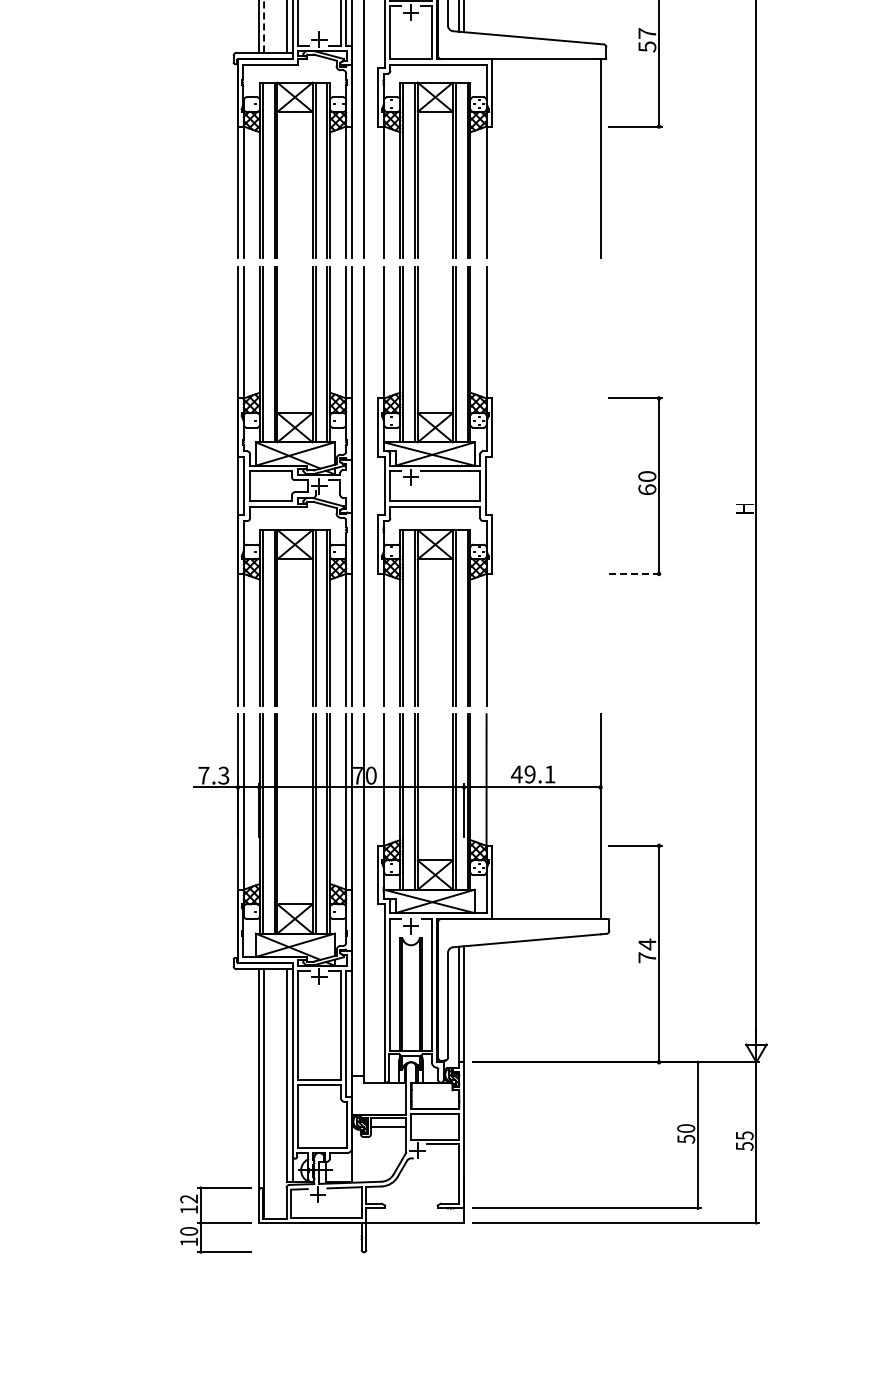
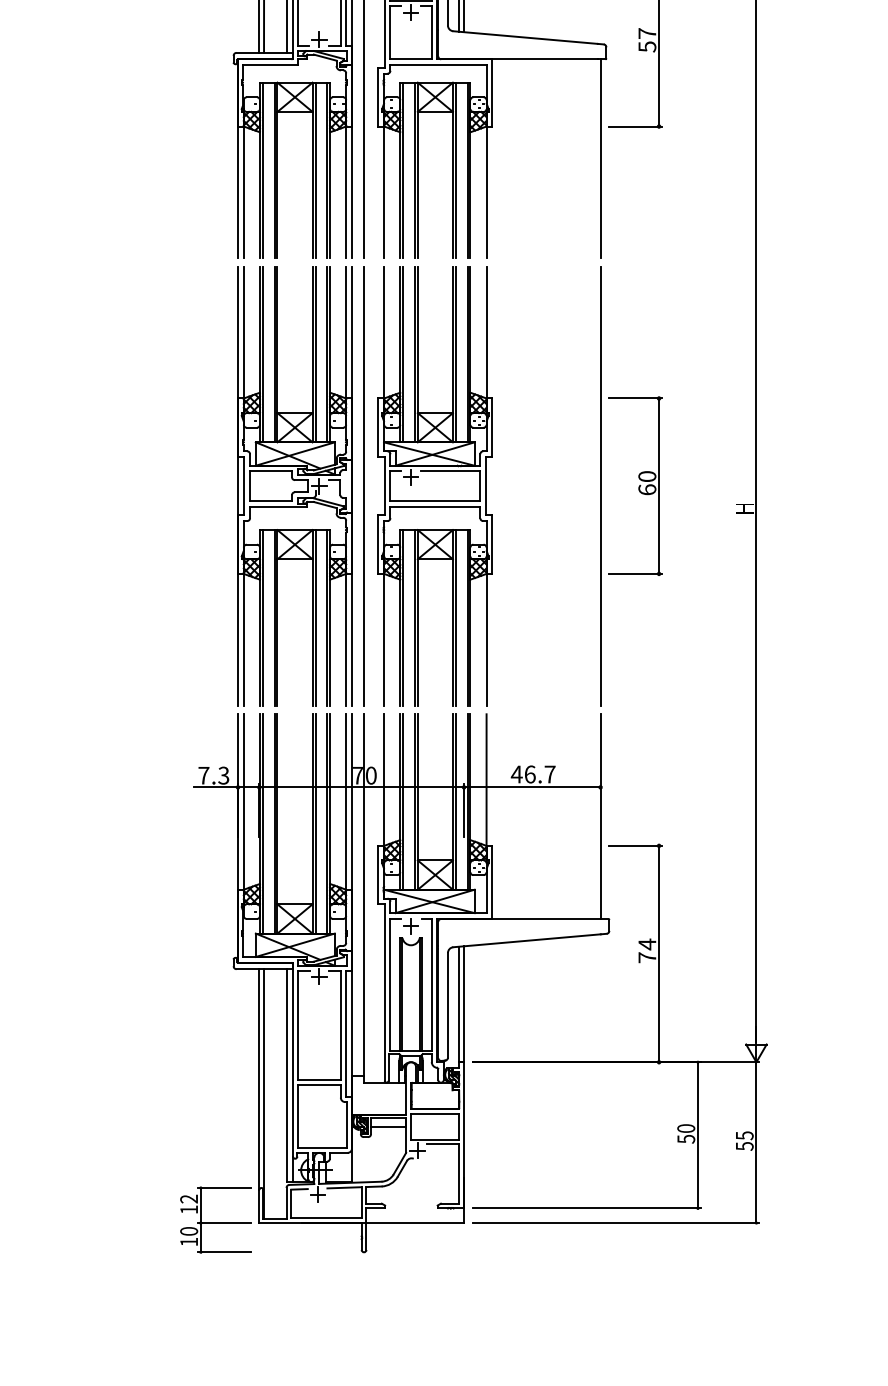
line at (264, 27): dashed -> solid
line at (600, 485): none -> present
line at (636, 573): dashed -> solid
text at (539, 774): 49.1 -> 46.7
